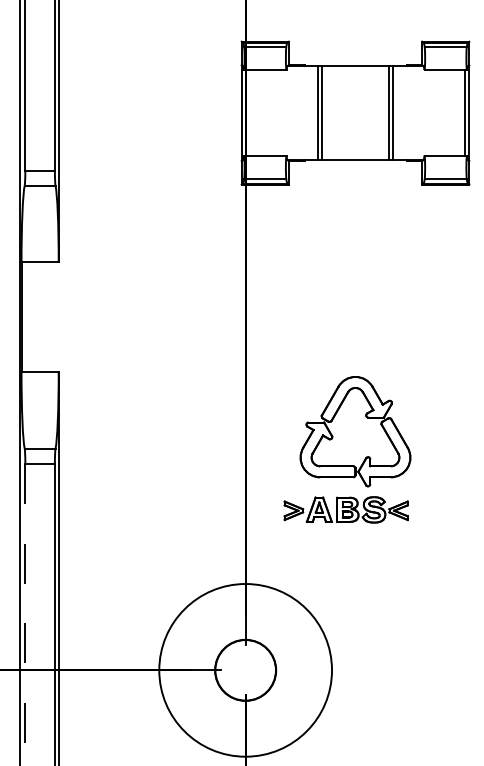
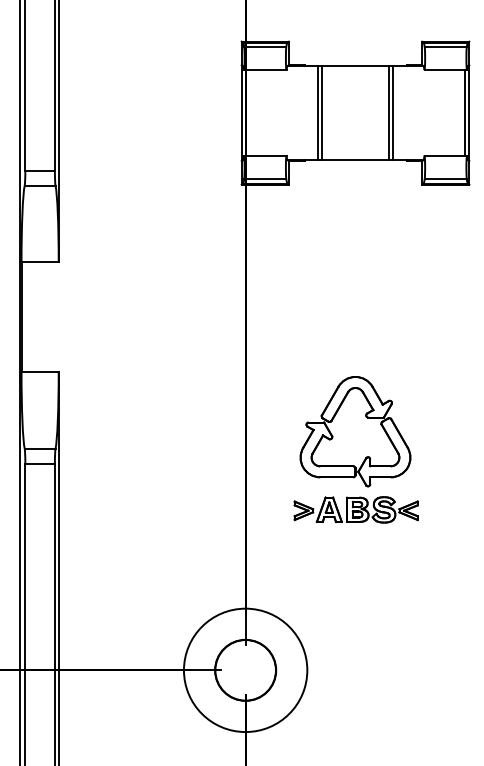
part at (345, 509) position: (345, 509) -> (355, 509)
line at (25, 614): dashed -> solid
circle at (245, 670) diameter: 173 px -> 123 px
